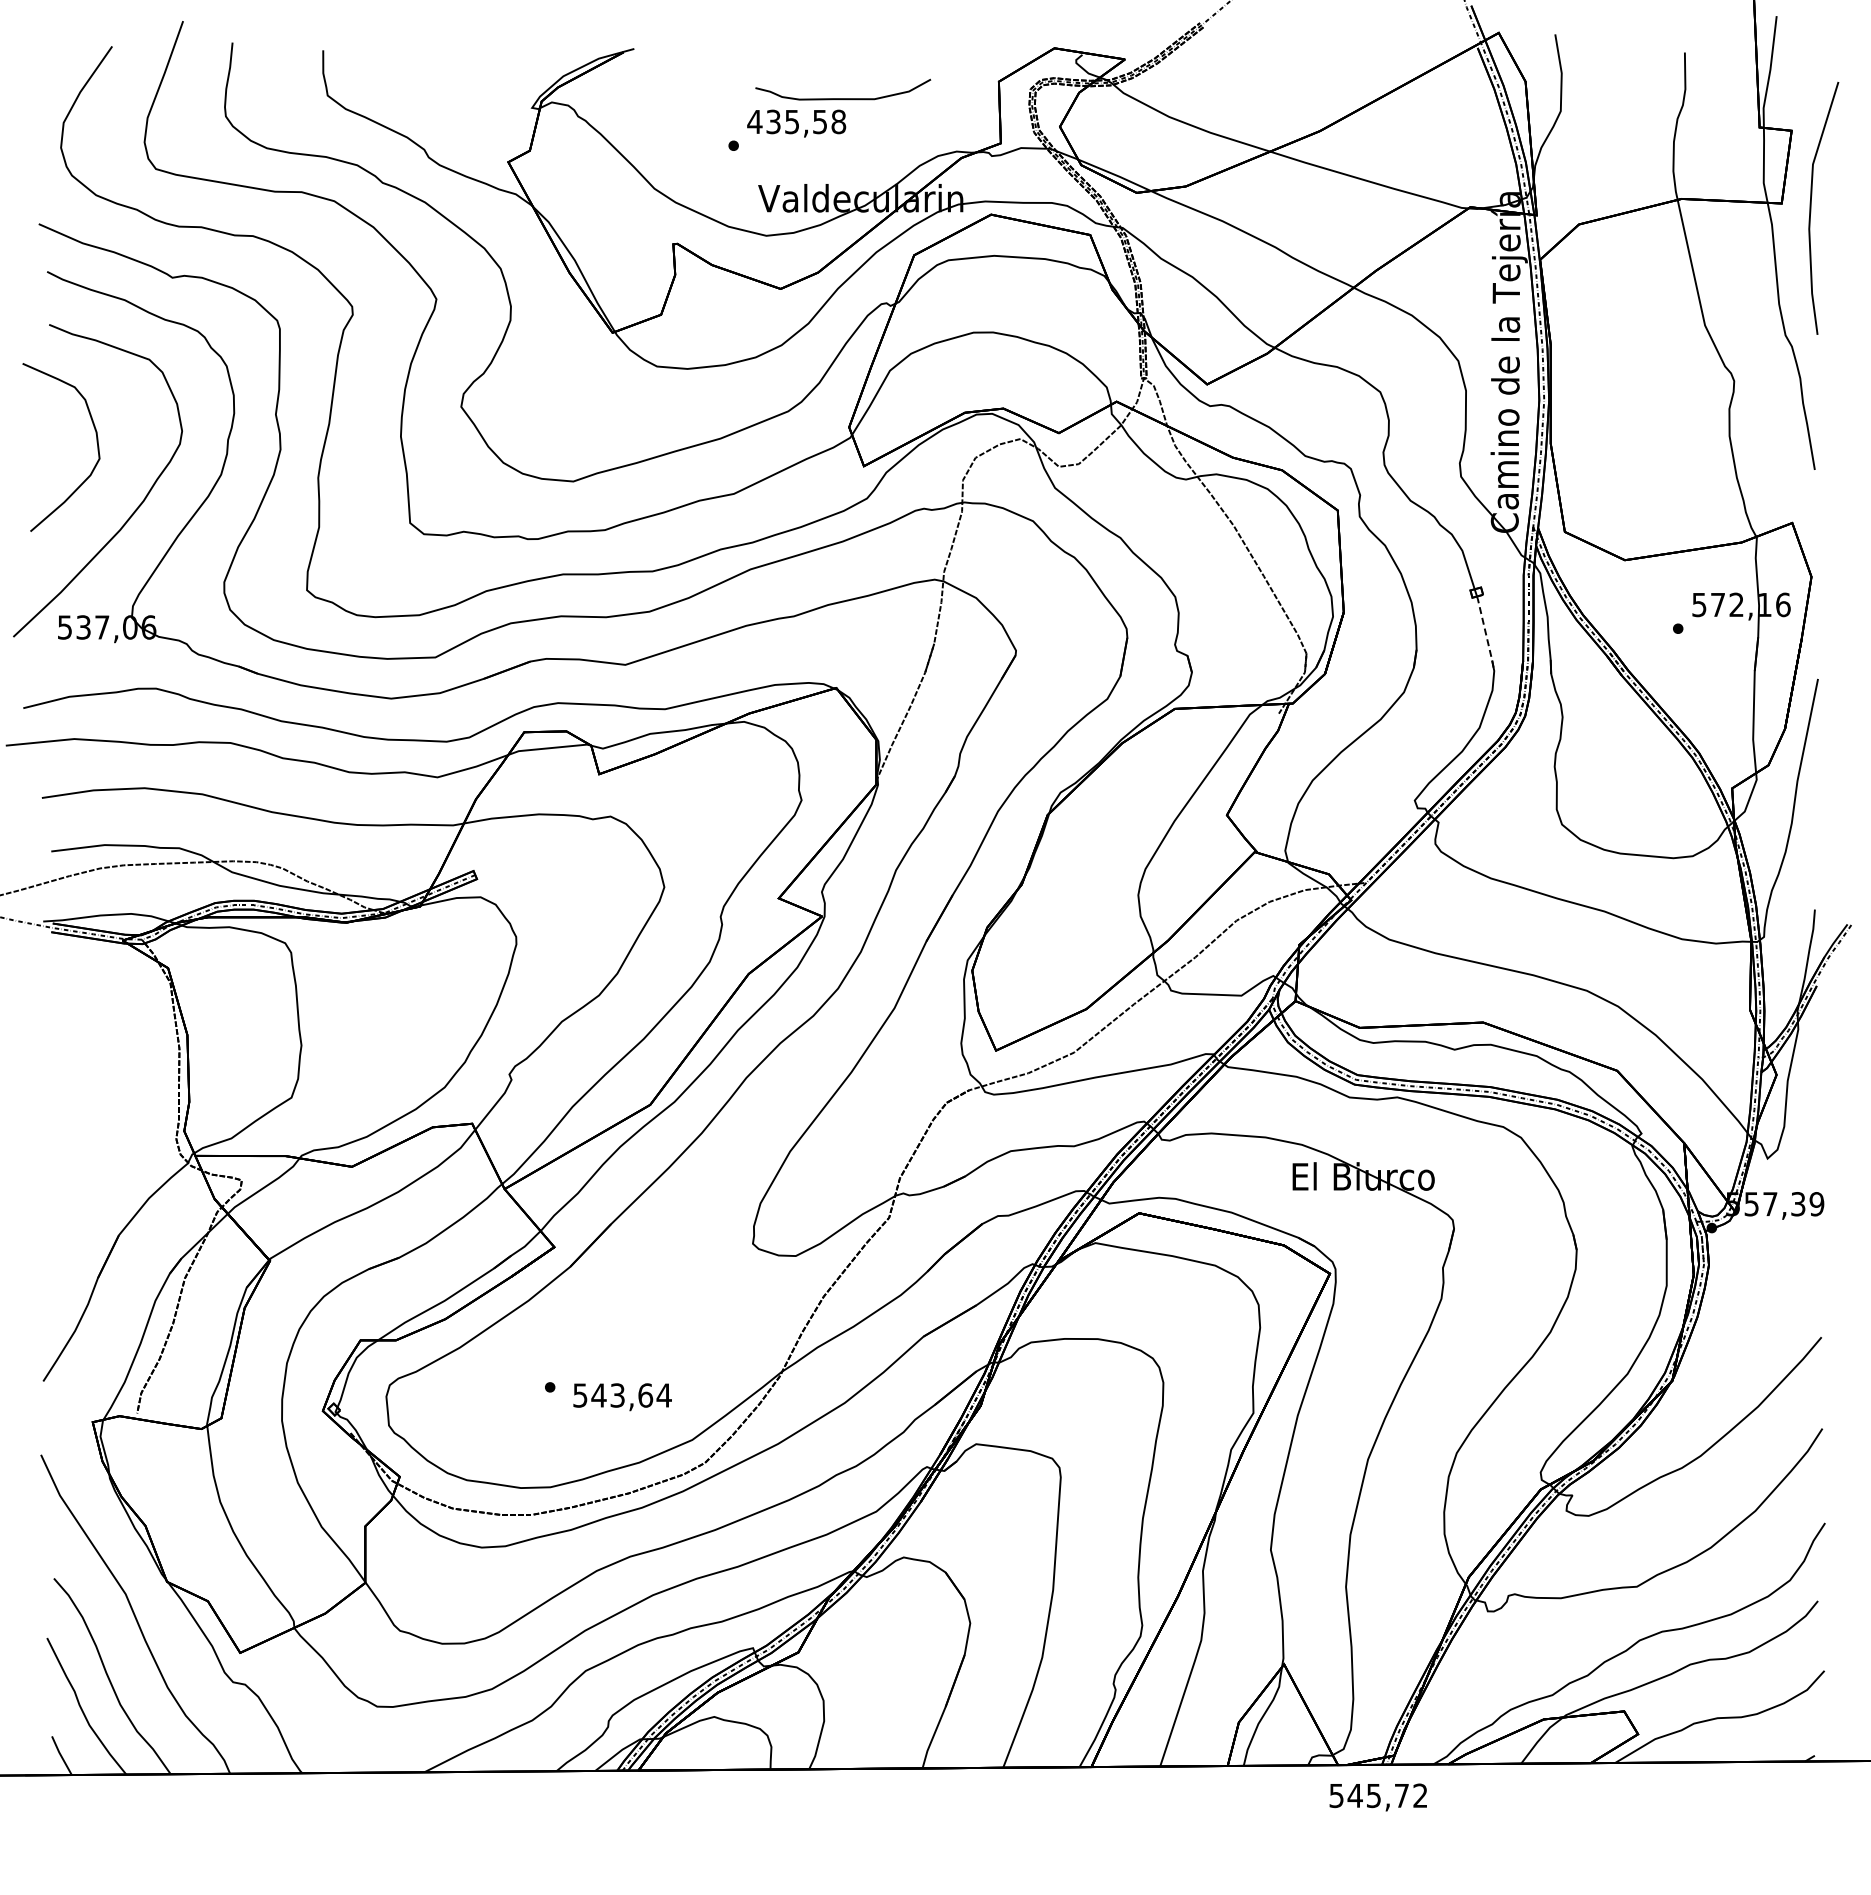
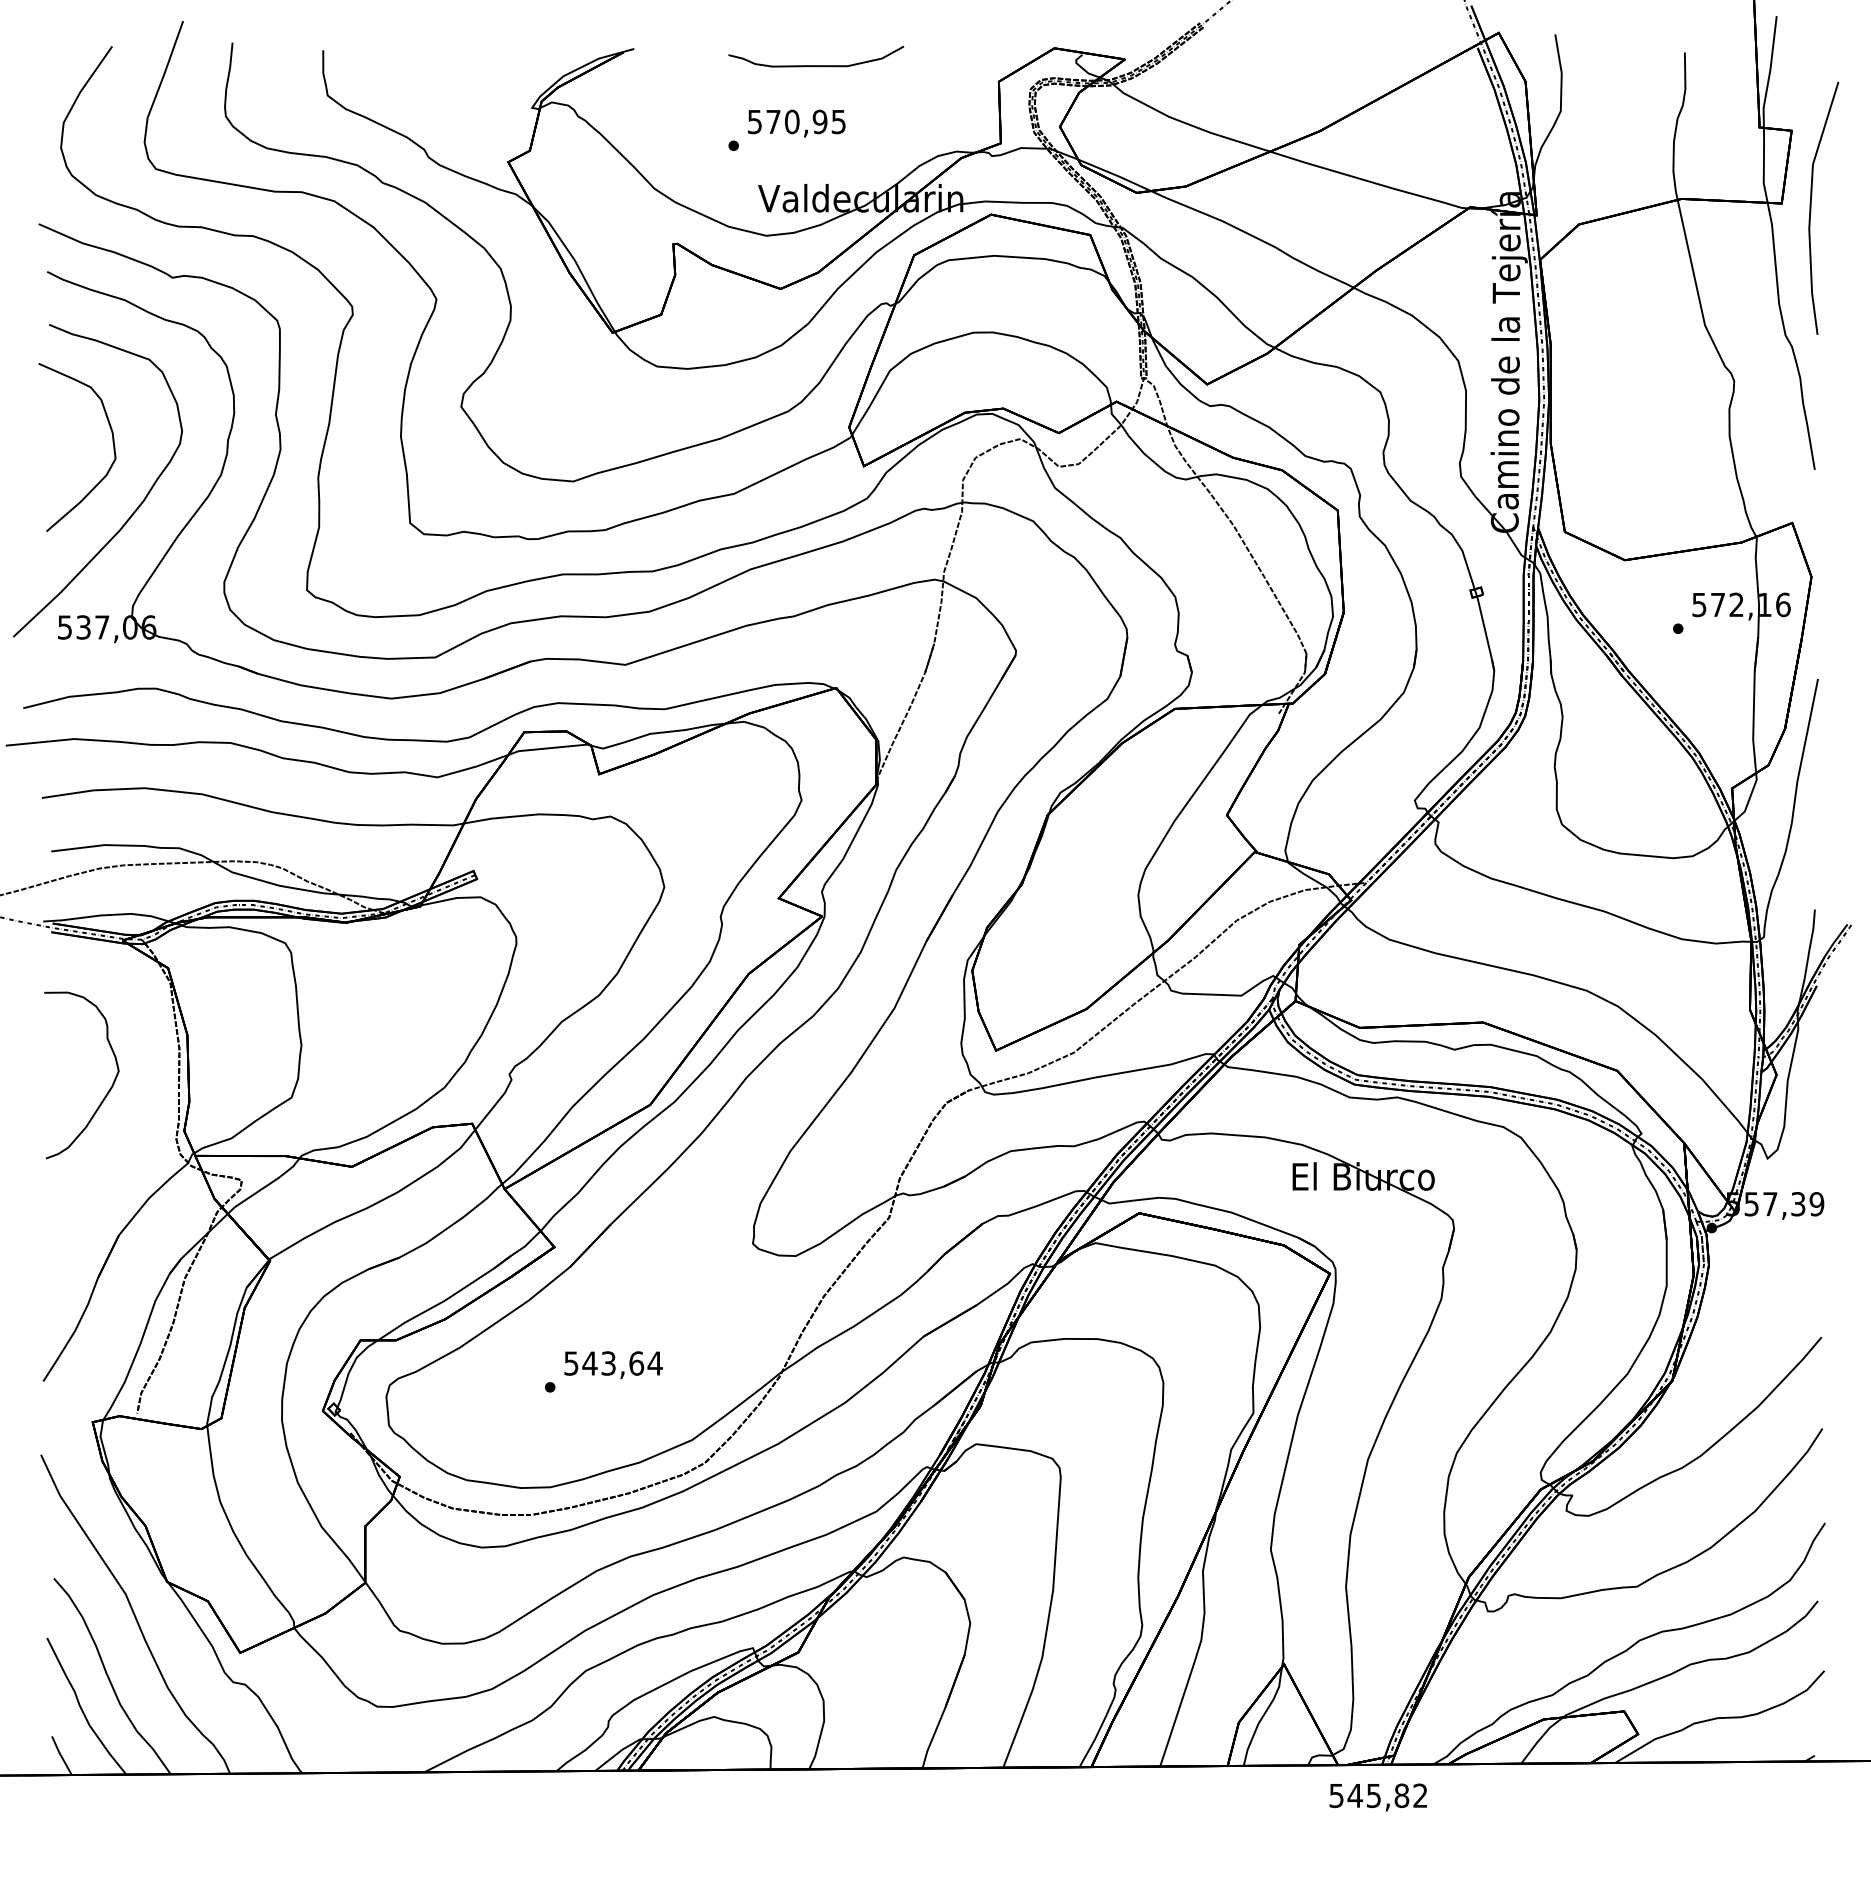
curve at (843, 98) position: (843, 98) -> (816, 65)
text at (796, 121): 435,58 -> 570,95
curve at (96, 442) position: (96, 442) -> (112, 442)
line at (1485, 633): dashed -> solid
curve at (106, 1093): none -> present
text at (622, 1397) position: (622, 1397) -> (613, 1365)
text at (1401, 1795): 545,72 -> 545,82
